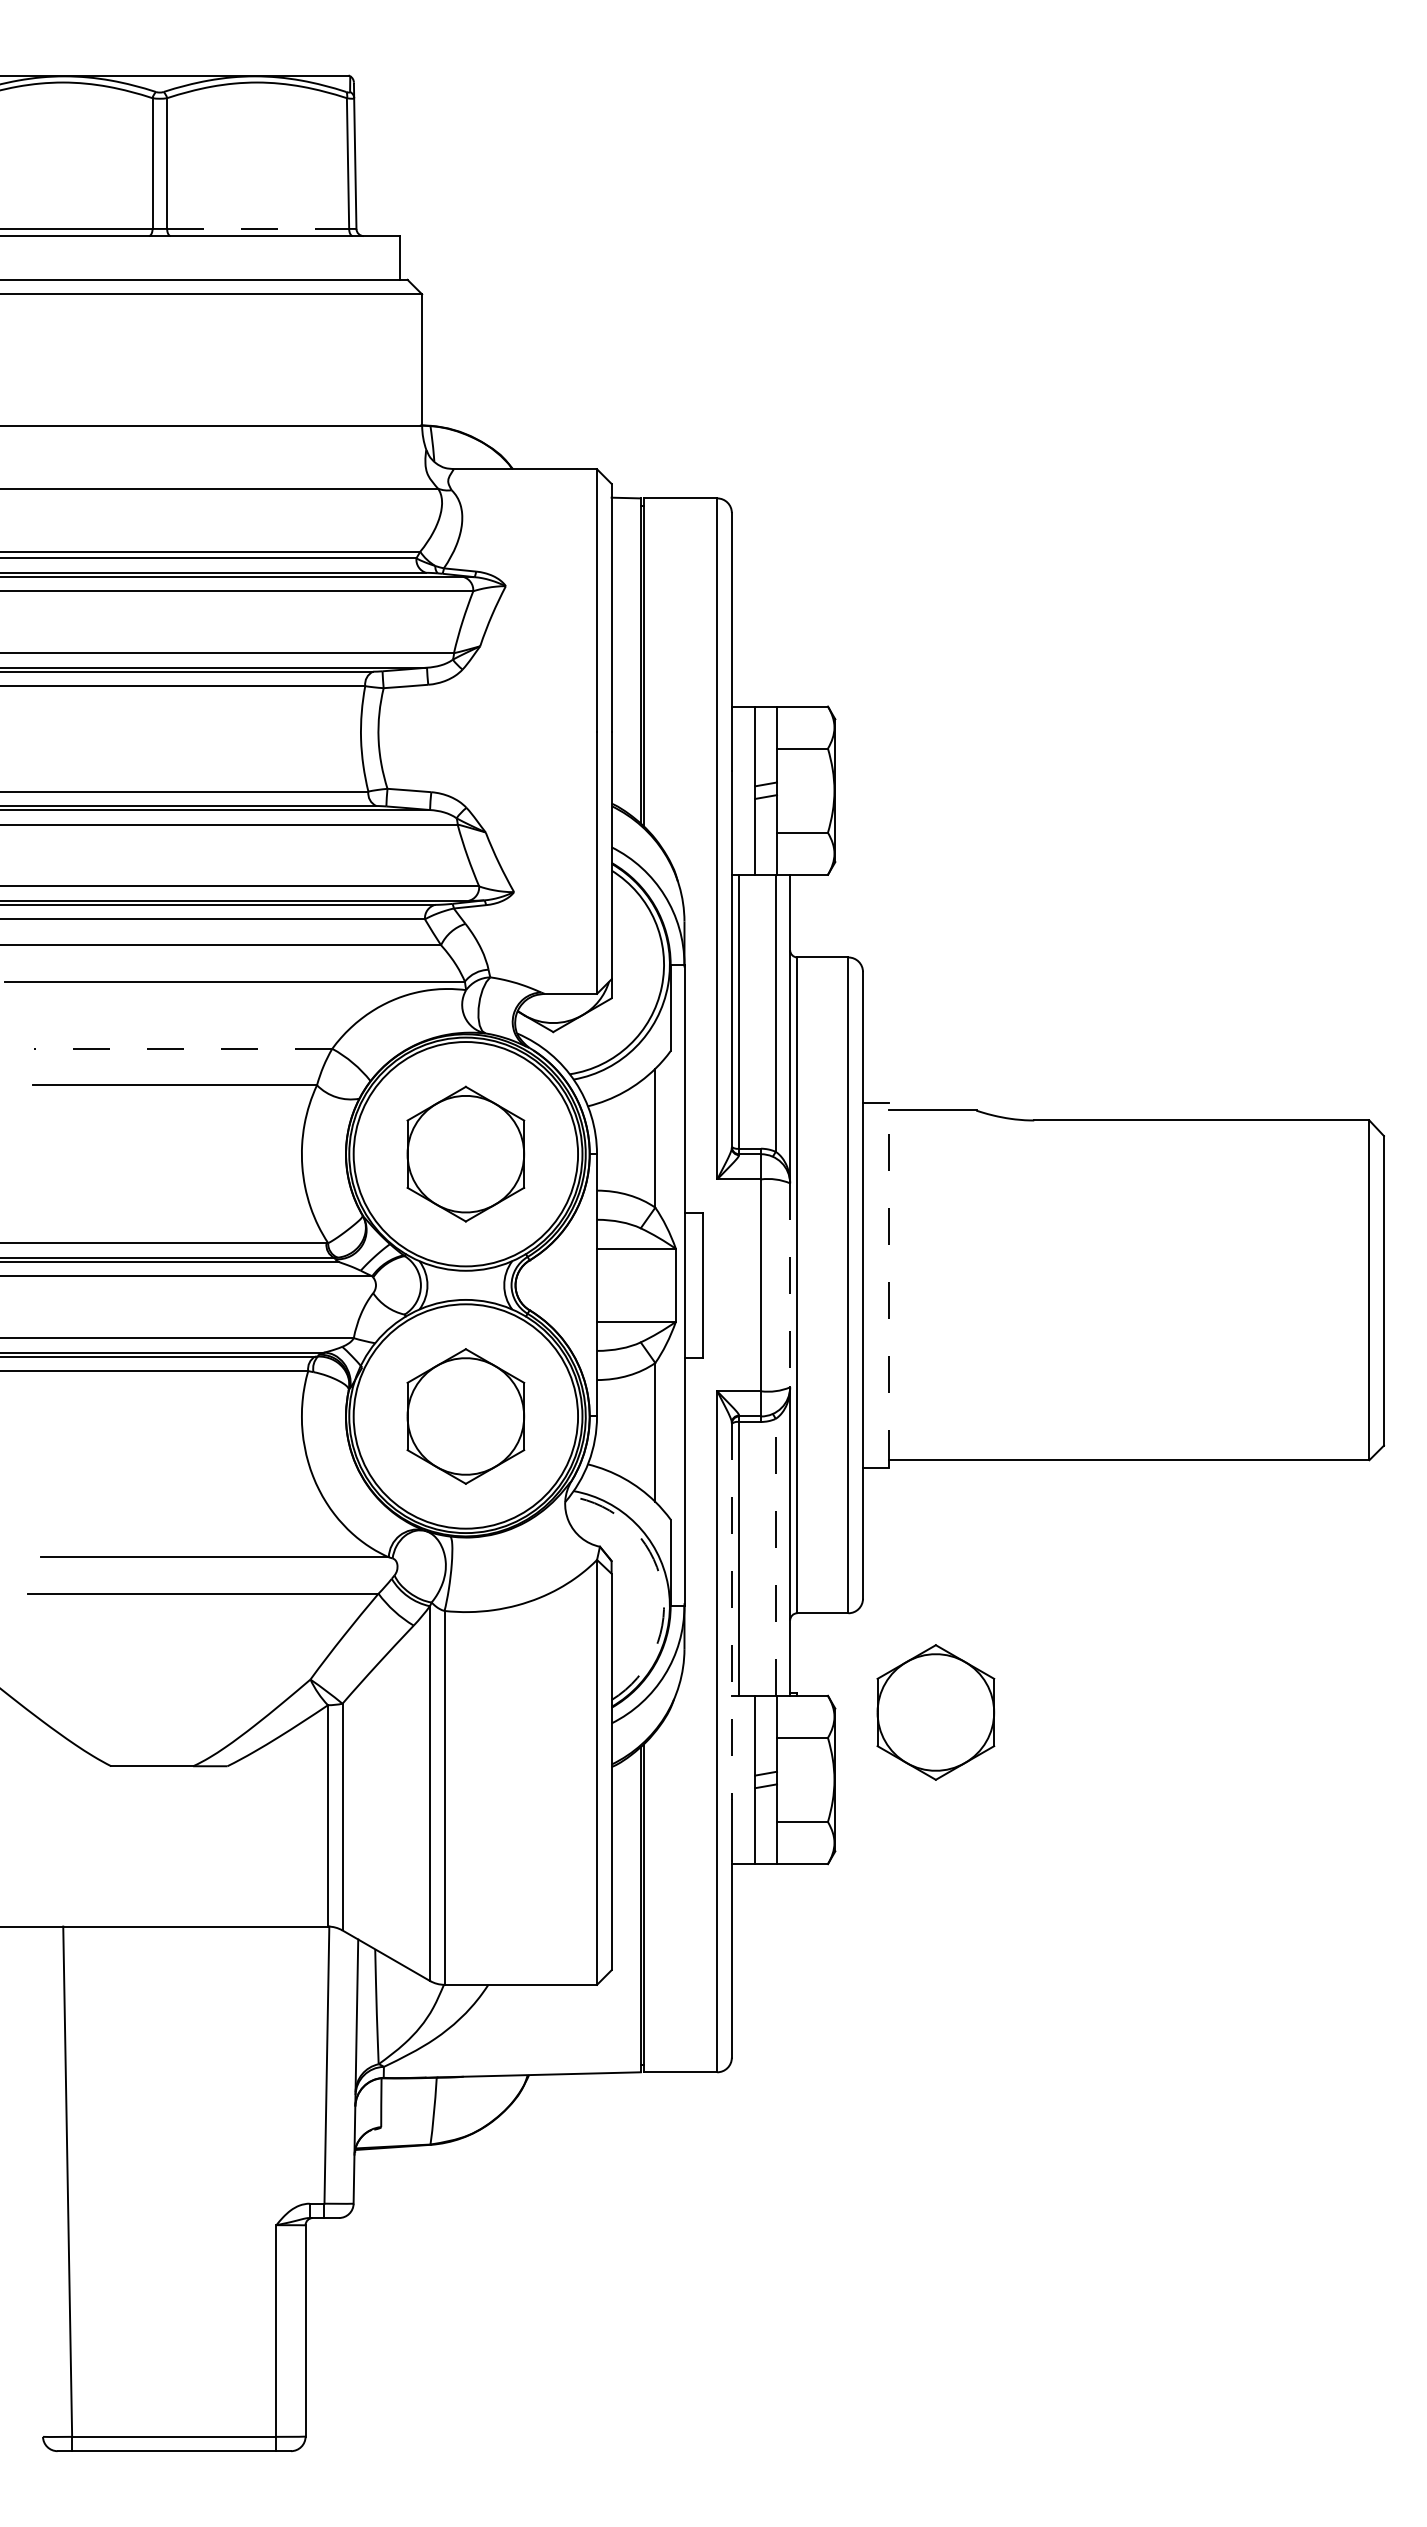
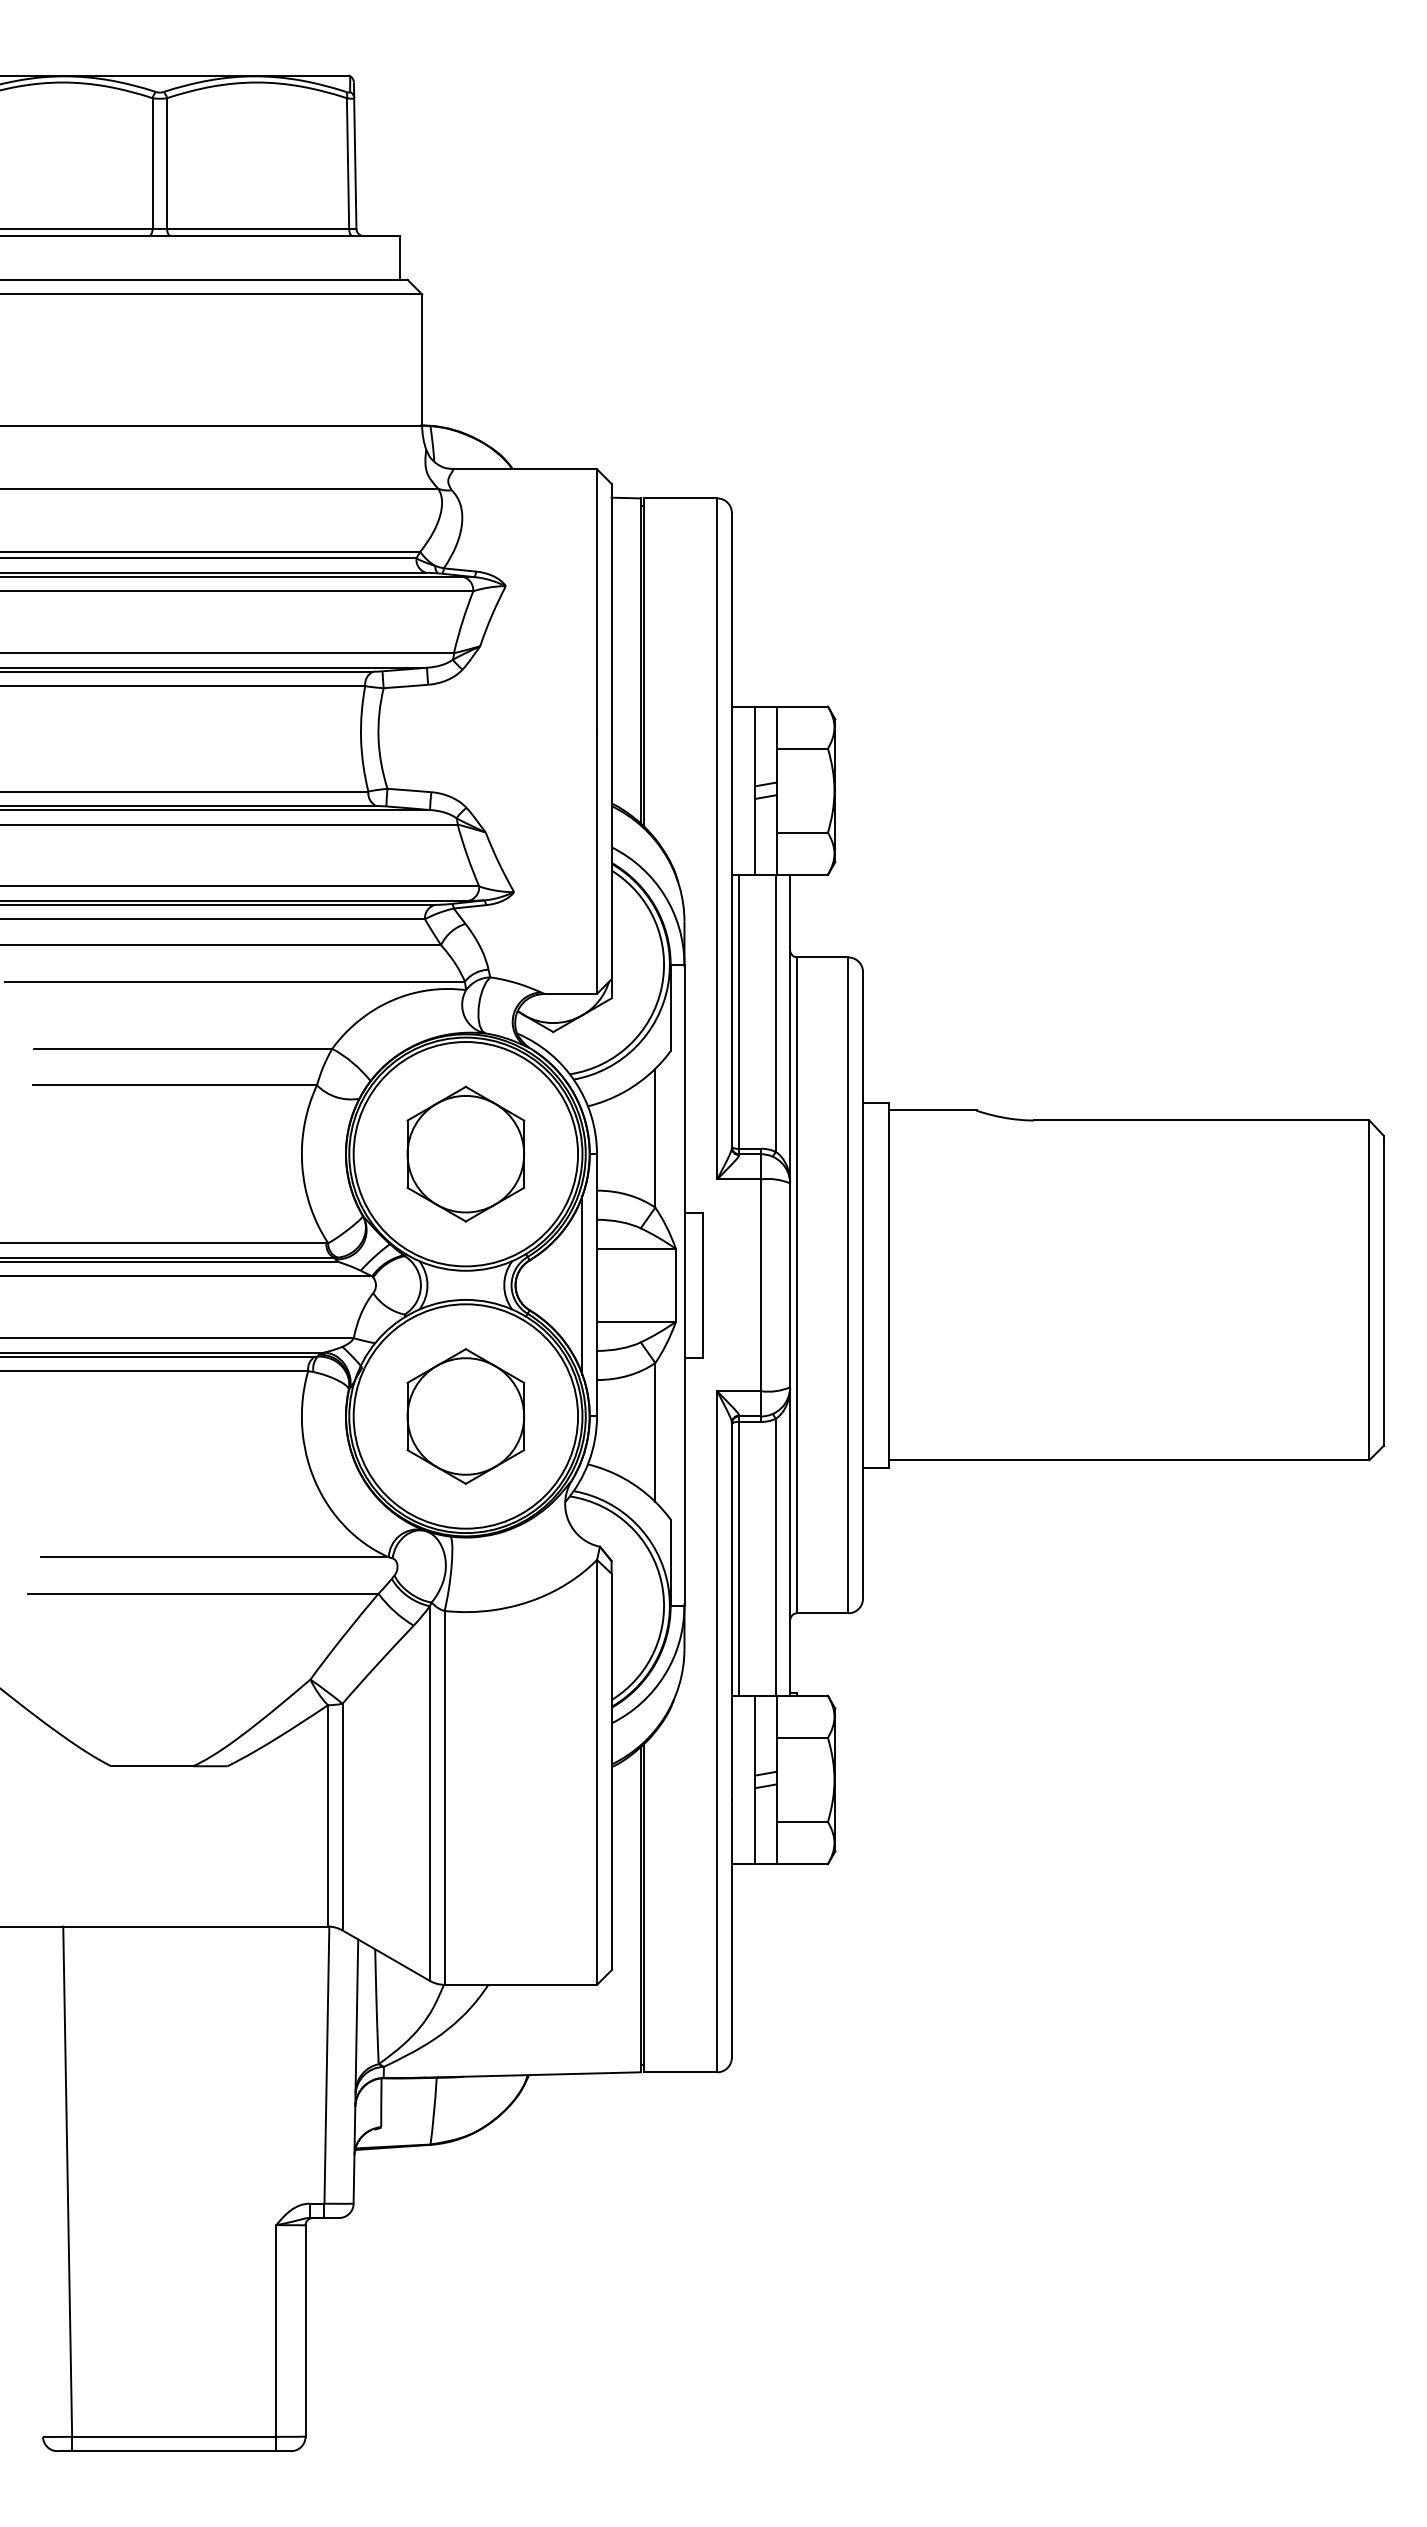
line at (258, 228): dashed -> solid
line at (183, 1048): dashed -> solid
line at (888, 1284): dashed -> solid
line at (582, 1285): none -> present
line at (790, 1285): dashed -> solid
line at (775, 1556): dashed -> solid
arc at (661, 1583): dashed -> solid
line at (731, 1611): dashed -> solid
part at (935, 1712): present -> none
